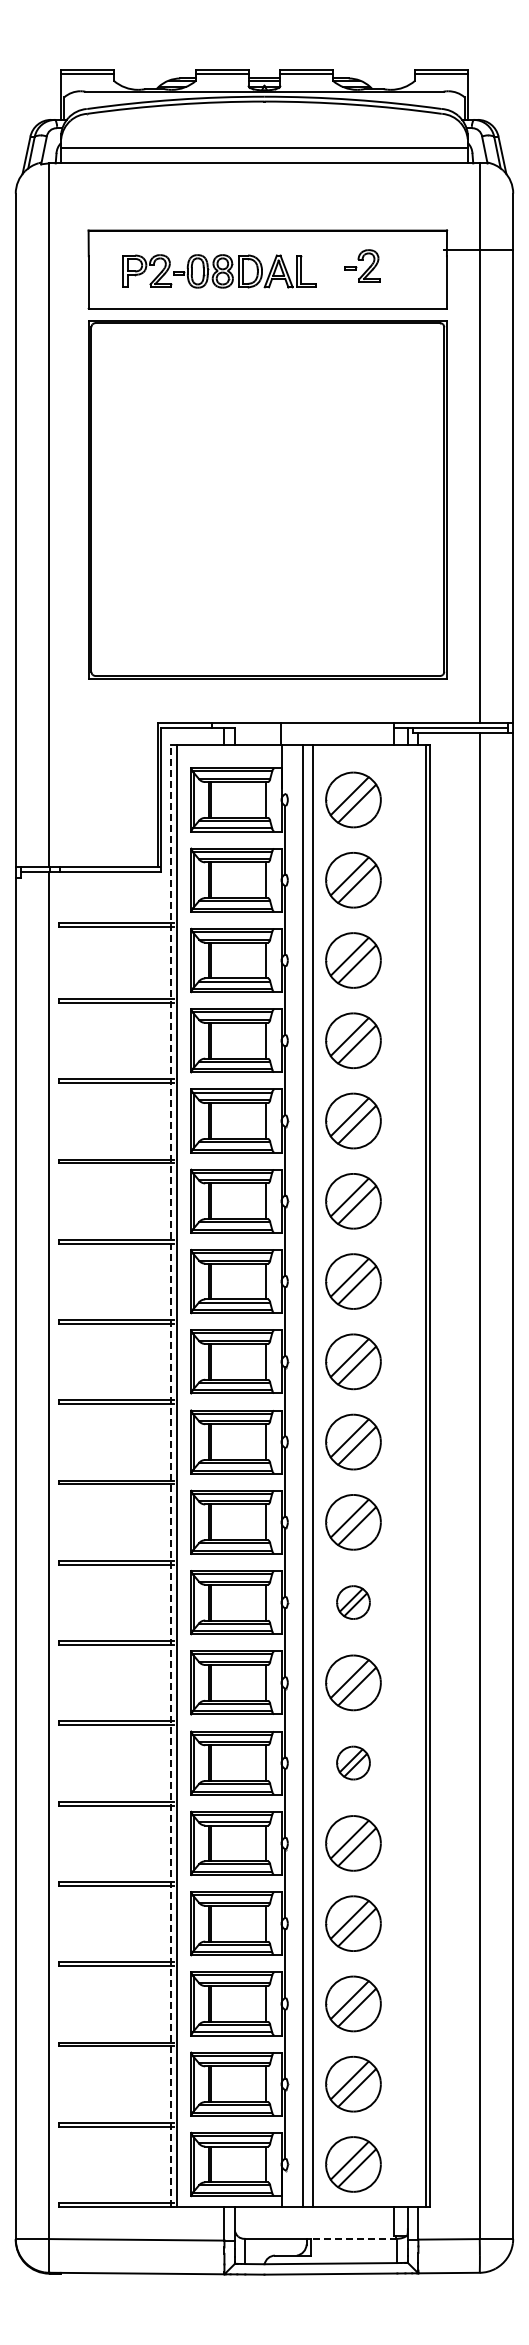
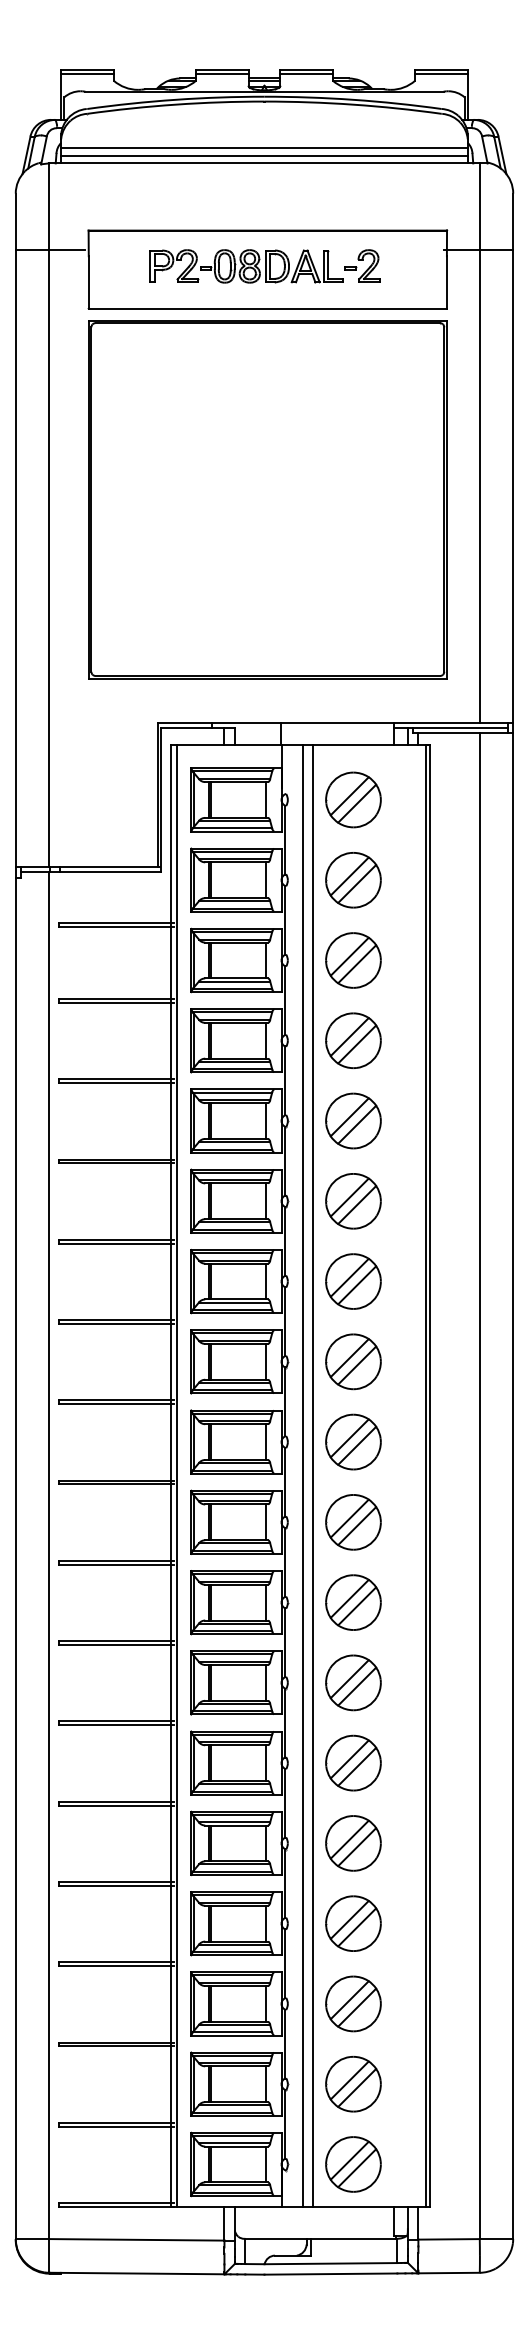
line at (264, 156): none -> present
line at (50, 250): none -> present
part at (219, 271) position: (219, 271) -> (246, 266)
line at (171, 1476): dashed -> solid
part at (353, 1602) size: 35x35 px -> 57x57 px
part at (353, 1762) size: 35x36 px -> 57x58 px
line at (353, 2238): dashed -> solid
